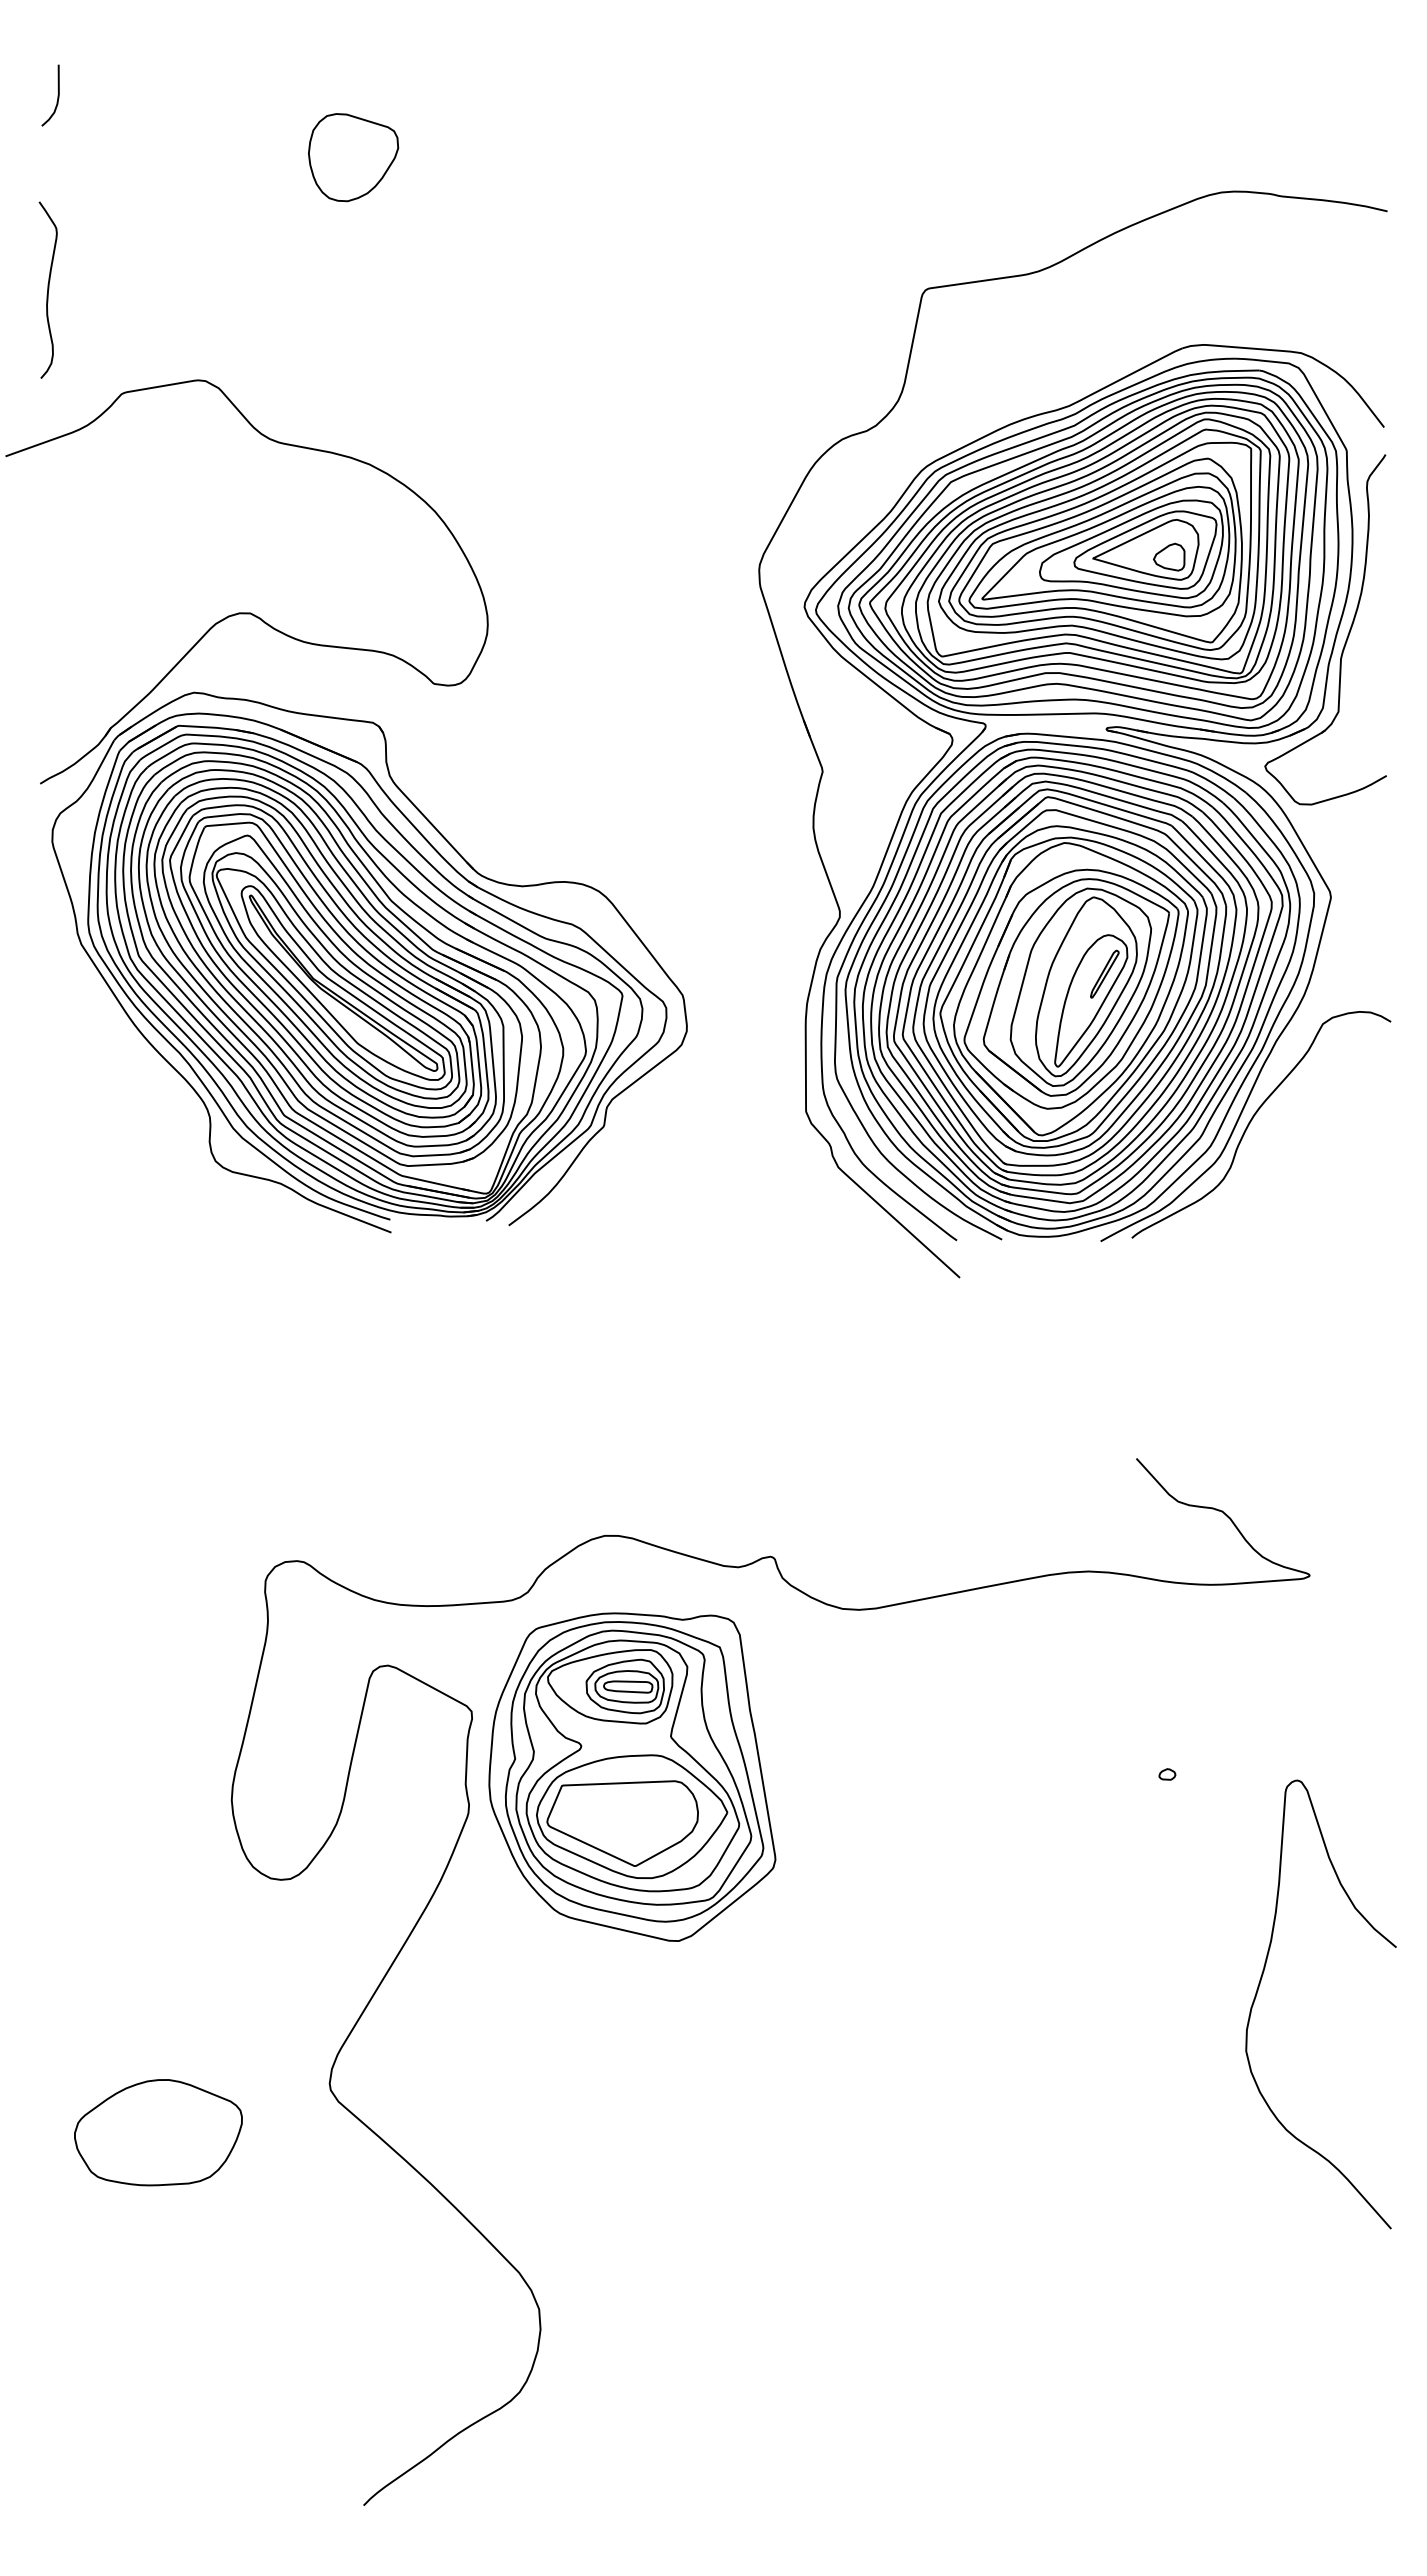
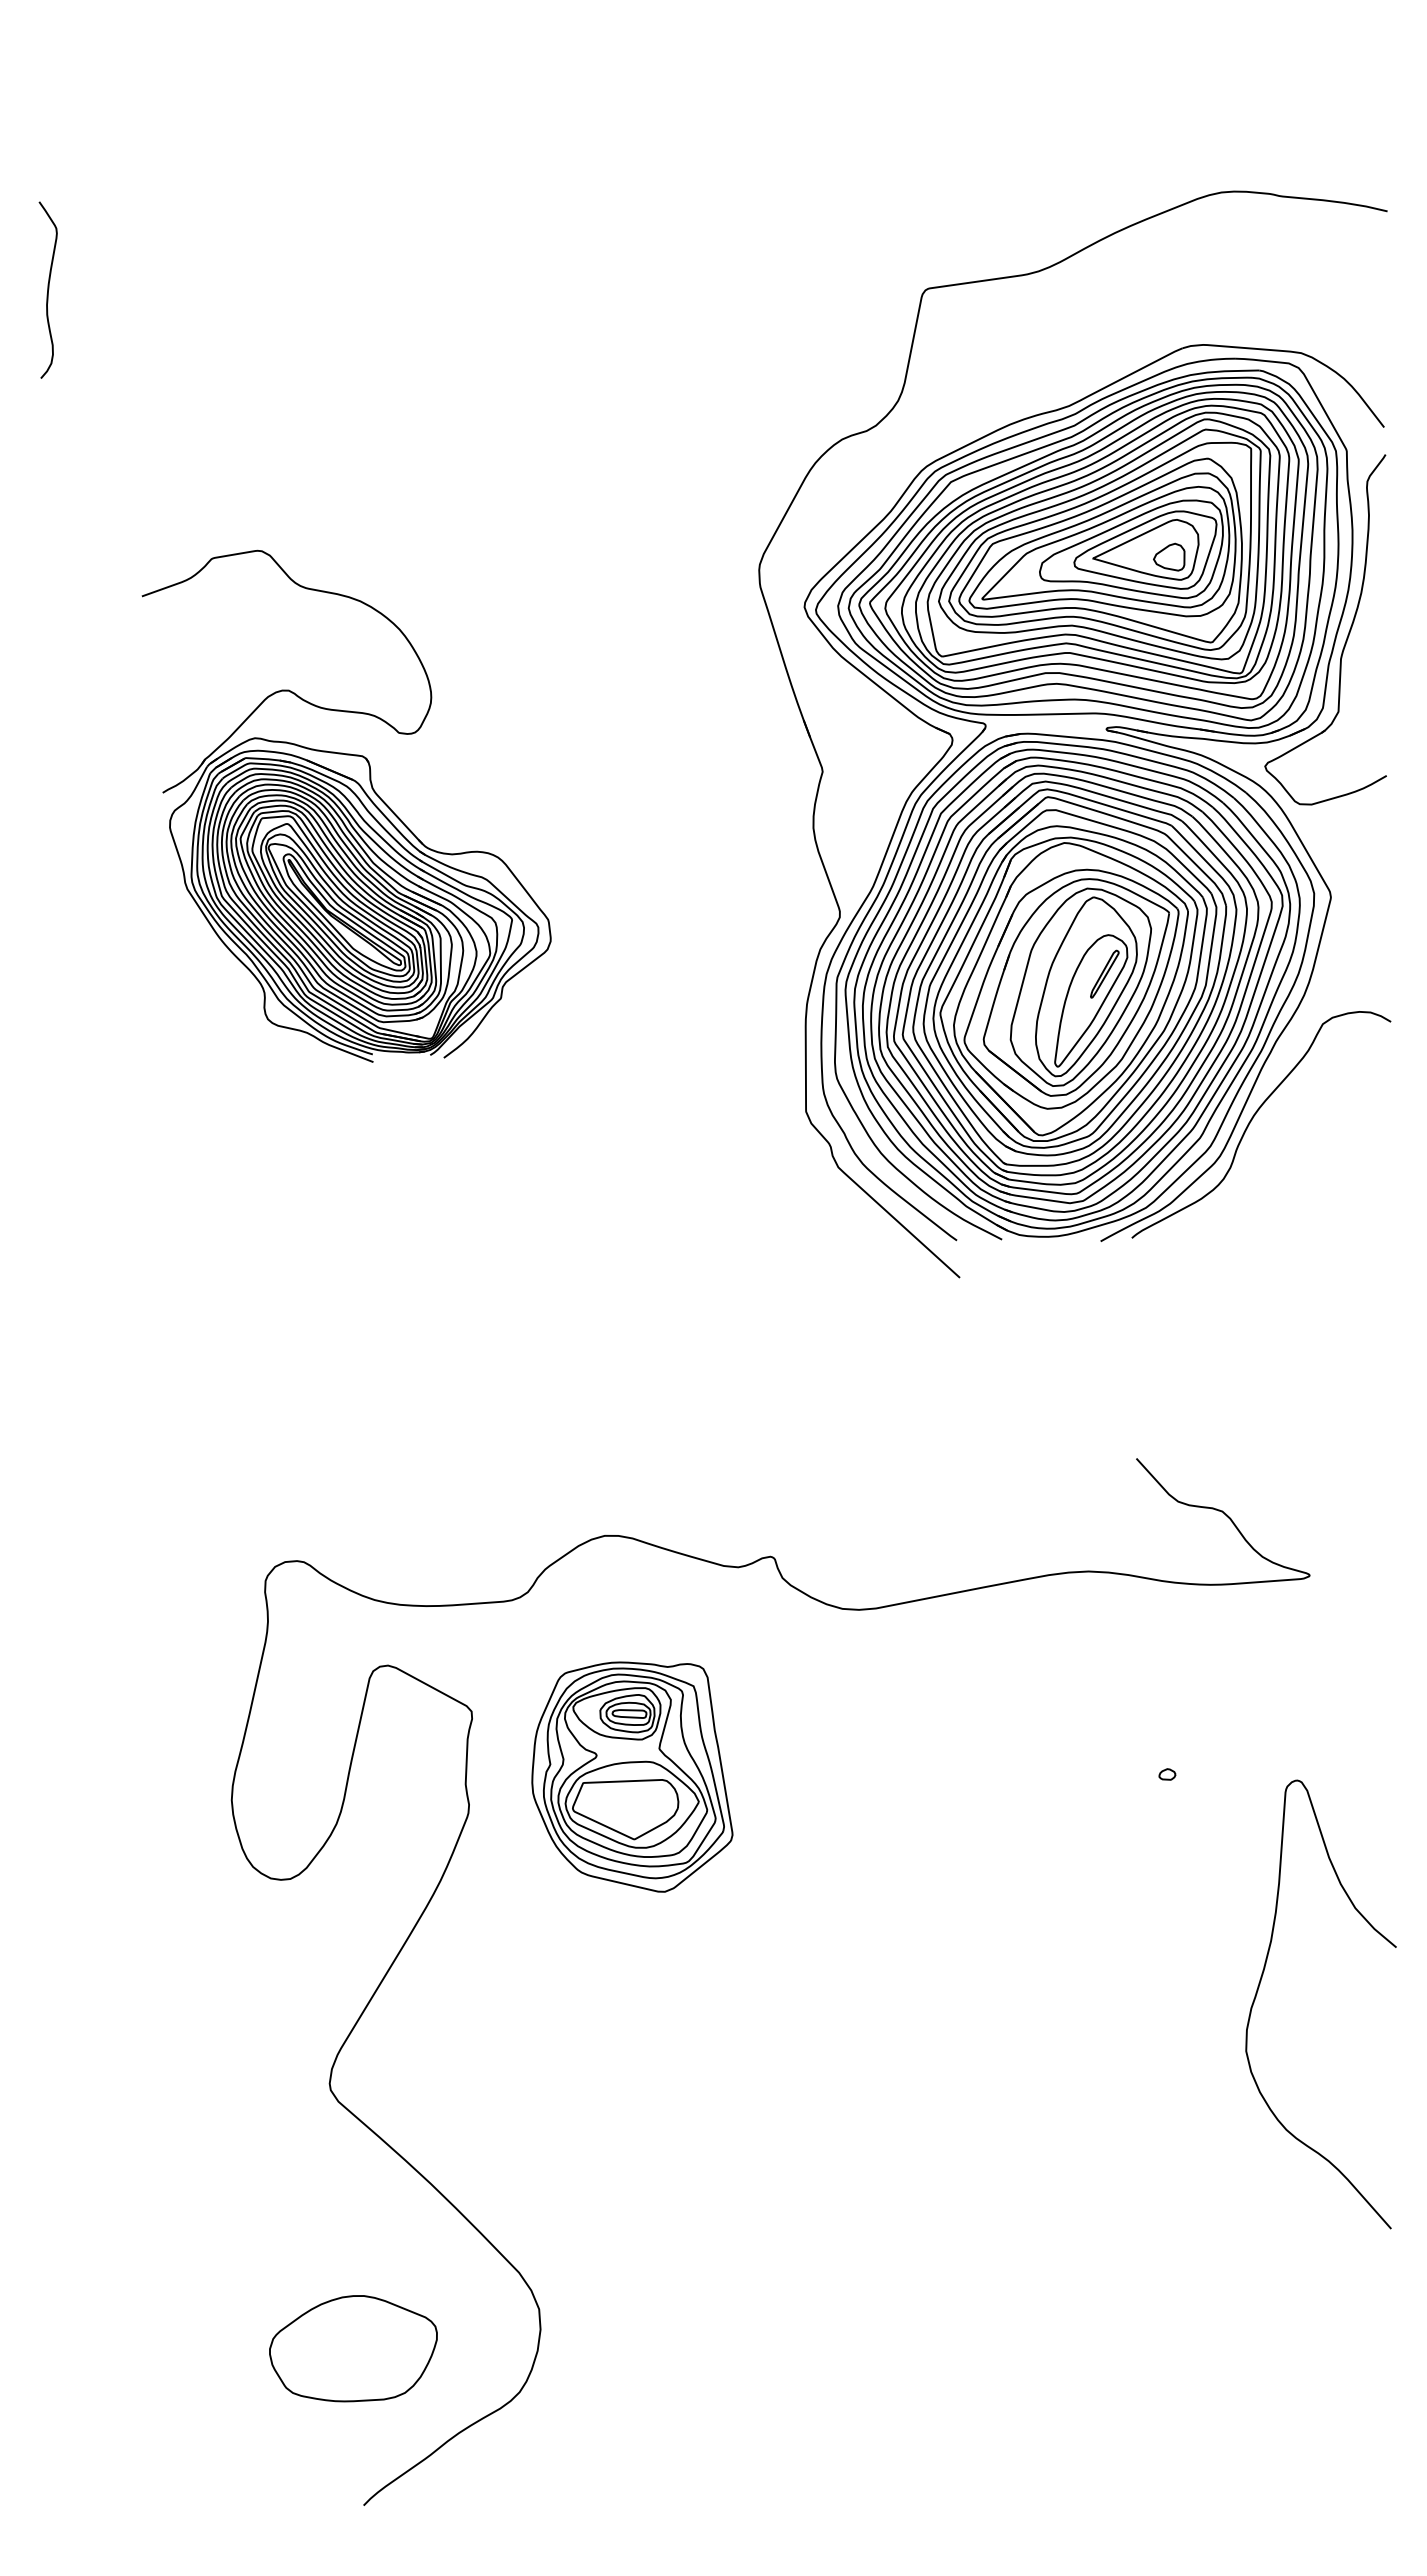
curve at (57, 95): present -> none
part at (353, 157): present -> none
part at (346, 806) size: 683x855 px -> 411x514 px
part at (632, 1776) size: 289x330 px -> 203x232 px
part at (158, 2132) position: (158, 2132) -> (353, 2348)
